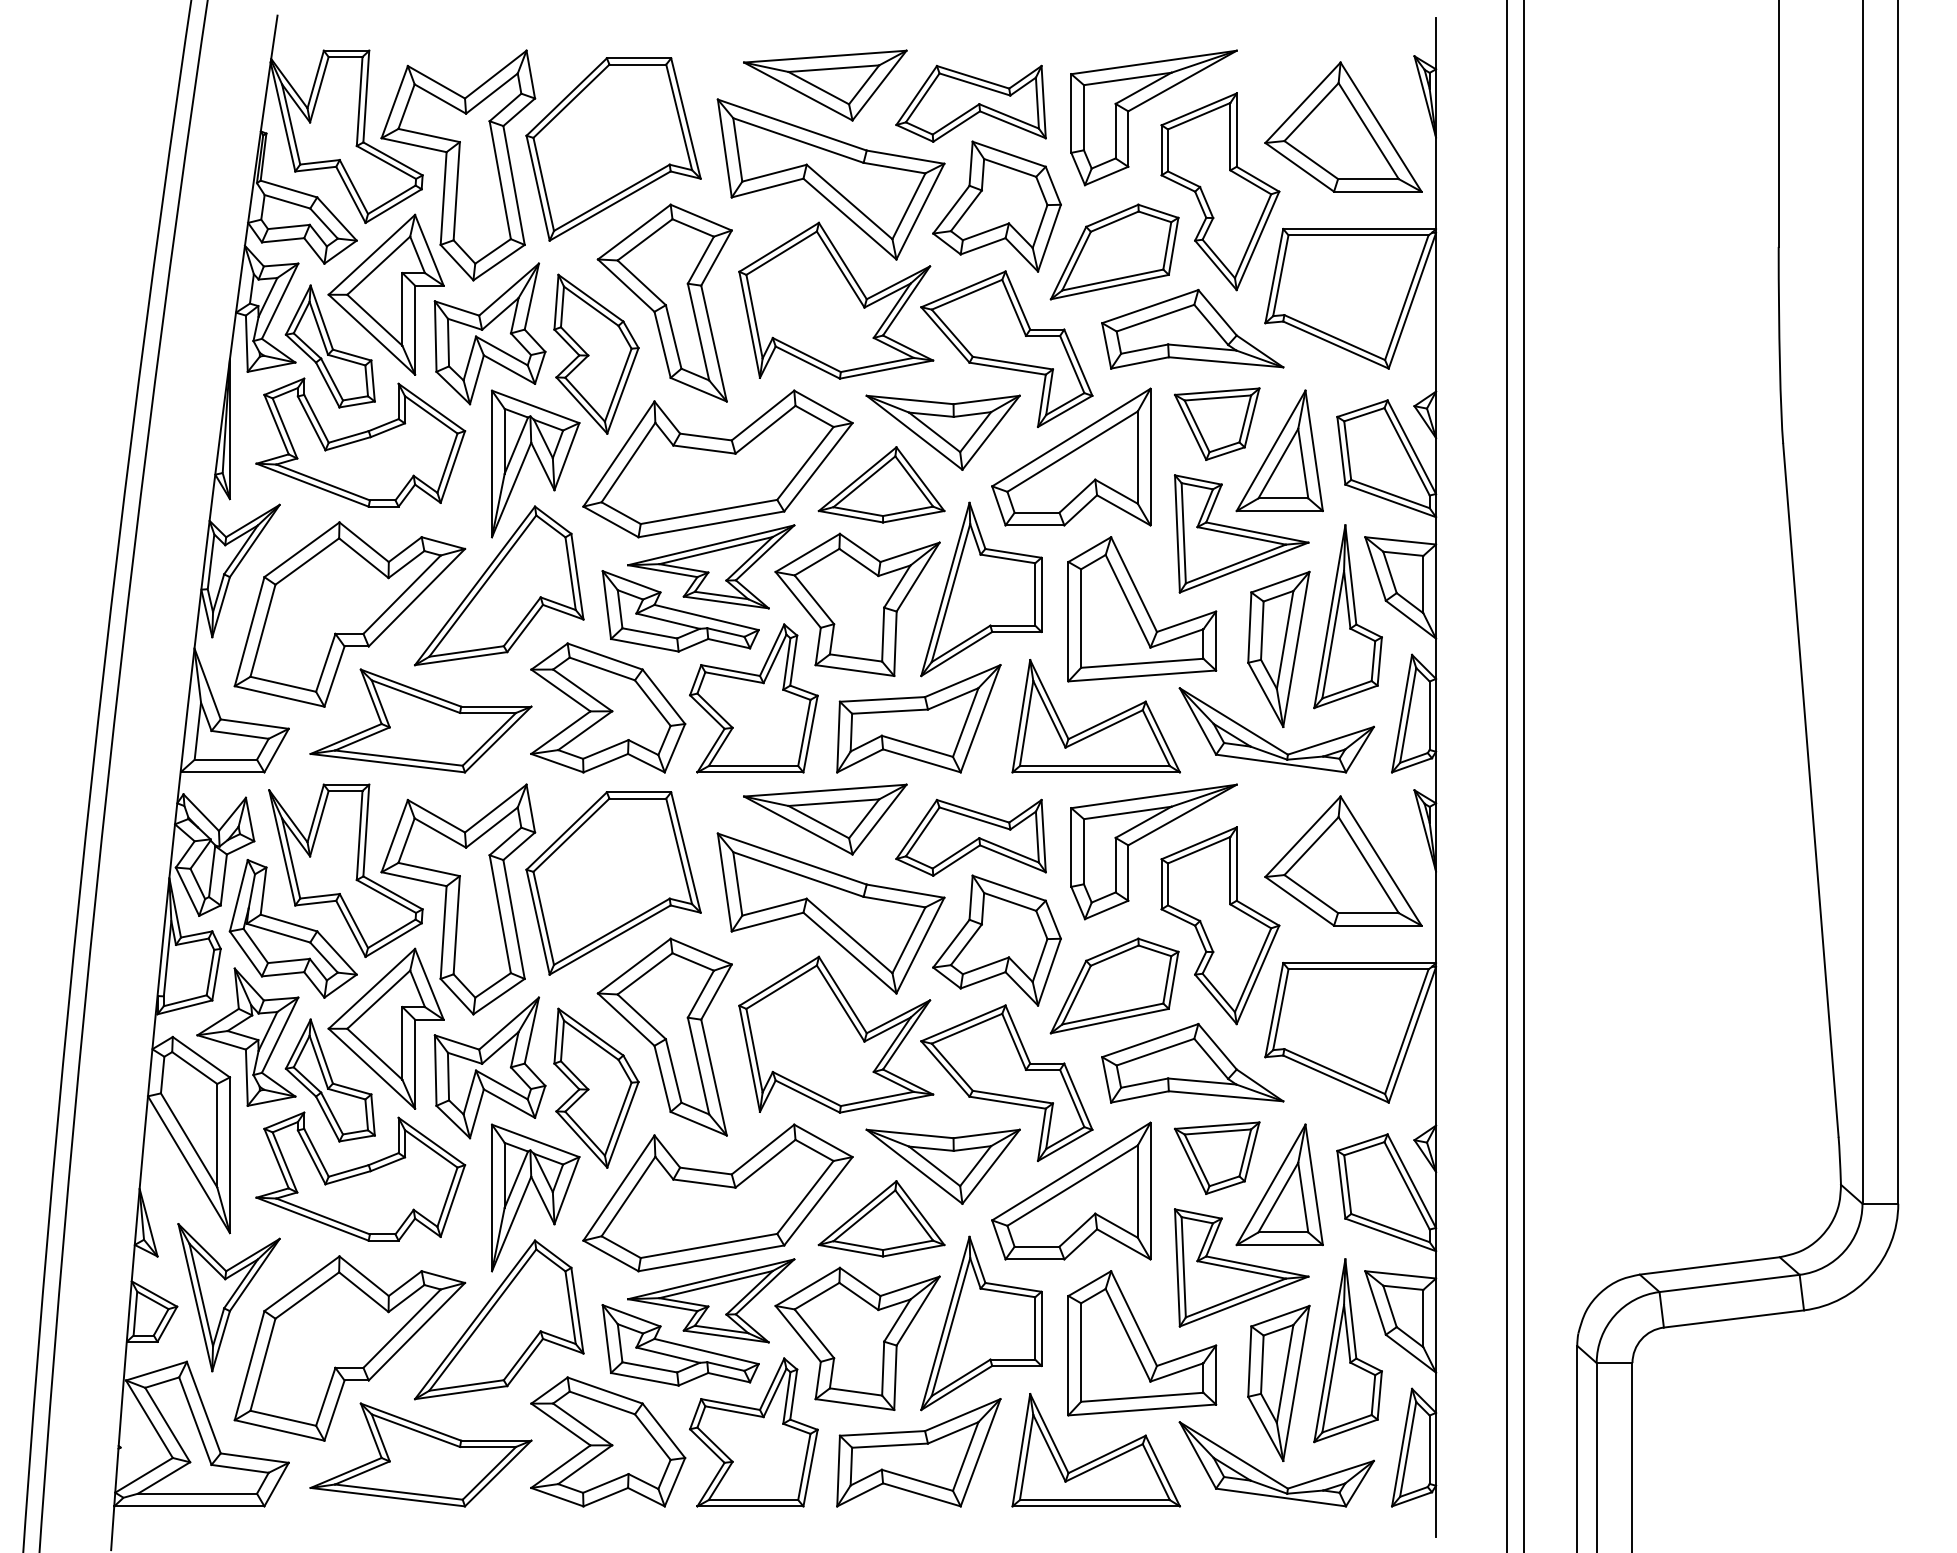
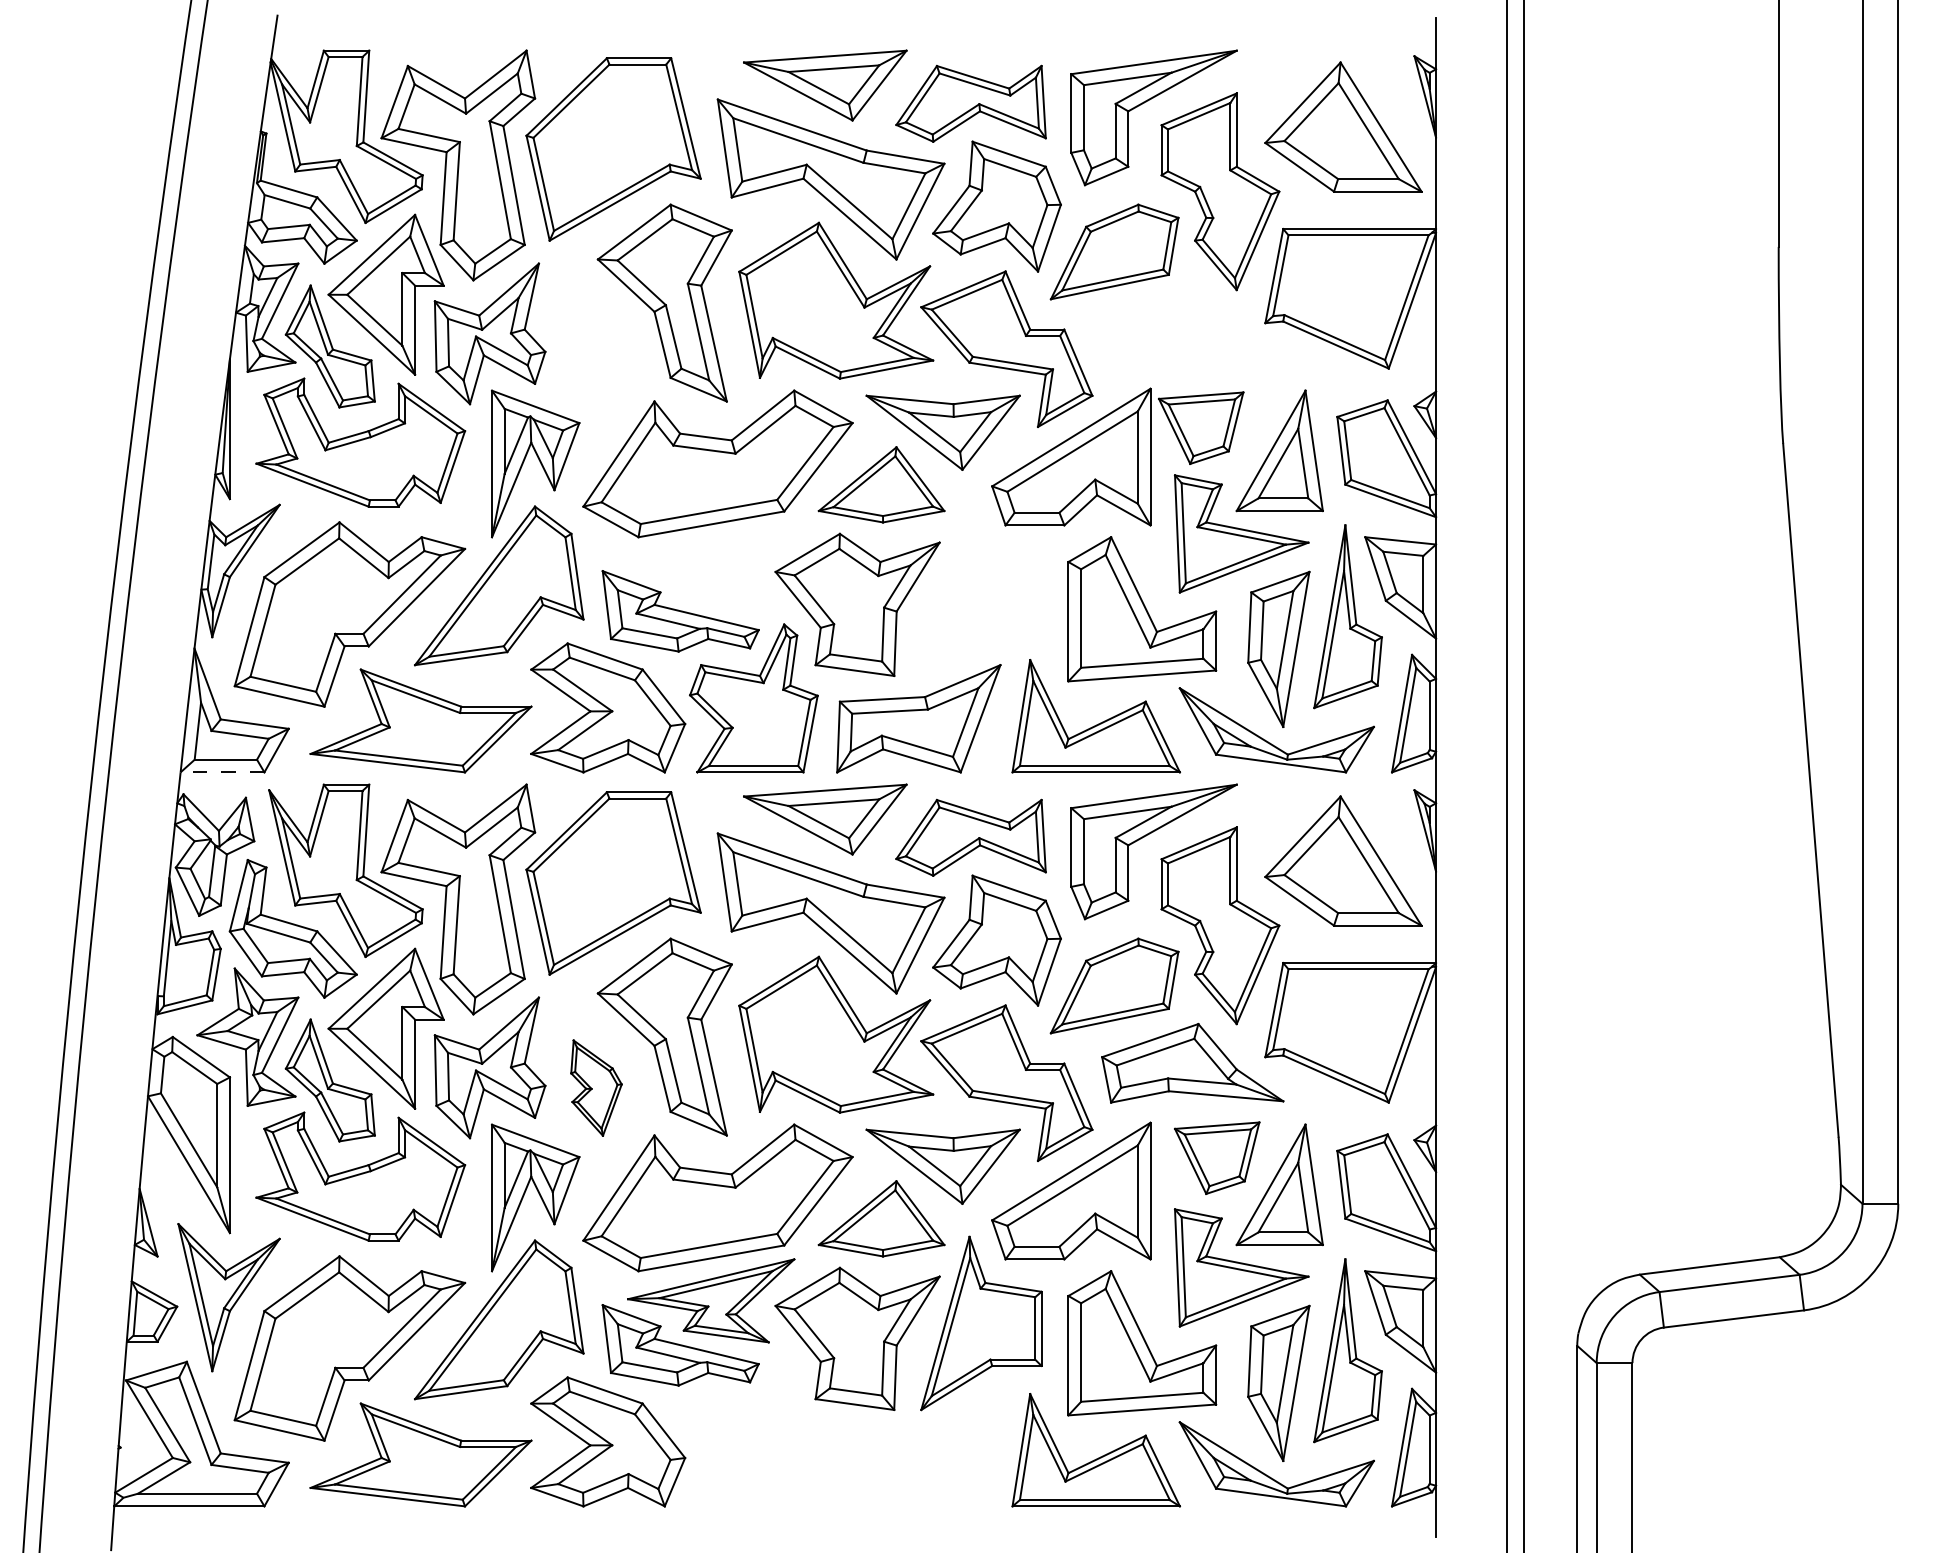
part at (1192, 328): present -> none
part at (596, 353): present -> none
part at (1217, 423) position: (1217, 423) -> (1201, 427)
part at (711, 566): present -> none
part at (981, 589): present -> none
line at (222, 772): solid -> dashed
part at (596, 1087) size: 87x162 px -> 53x98 px
part at (753, 1432): present -> none
part at (918, 1452): present -> none
